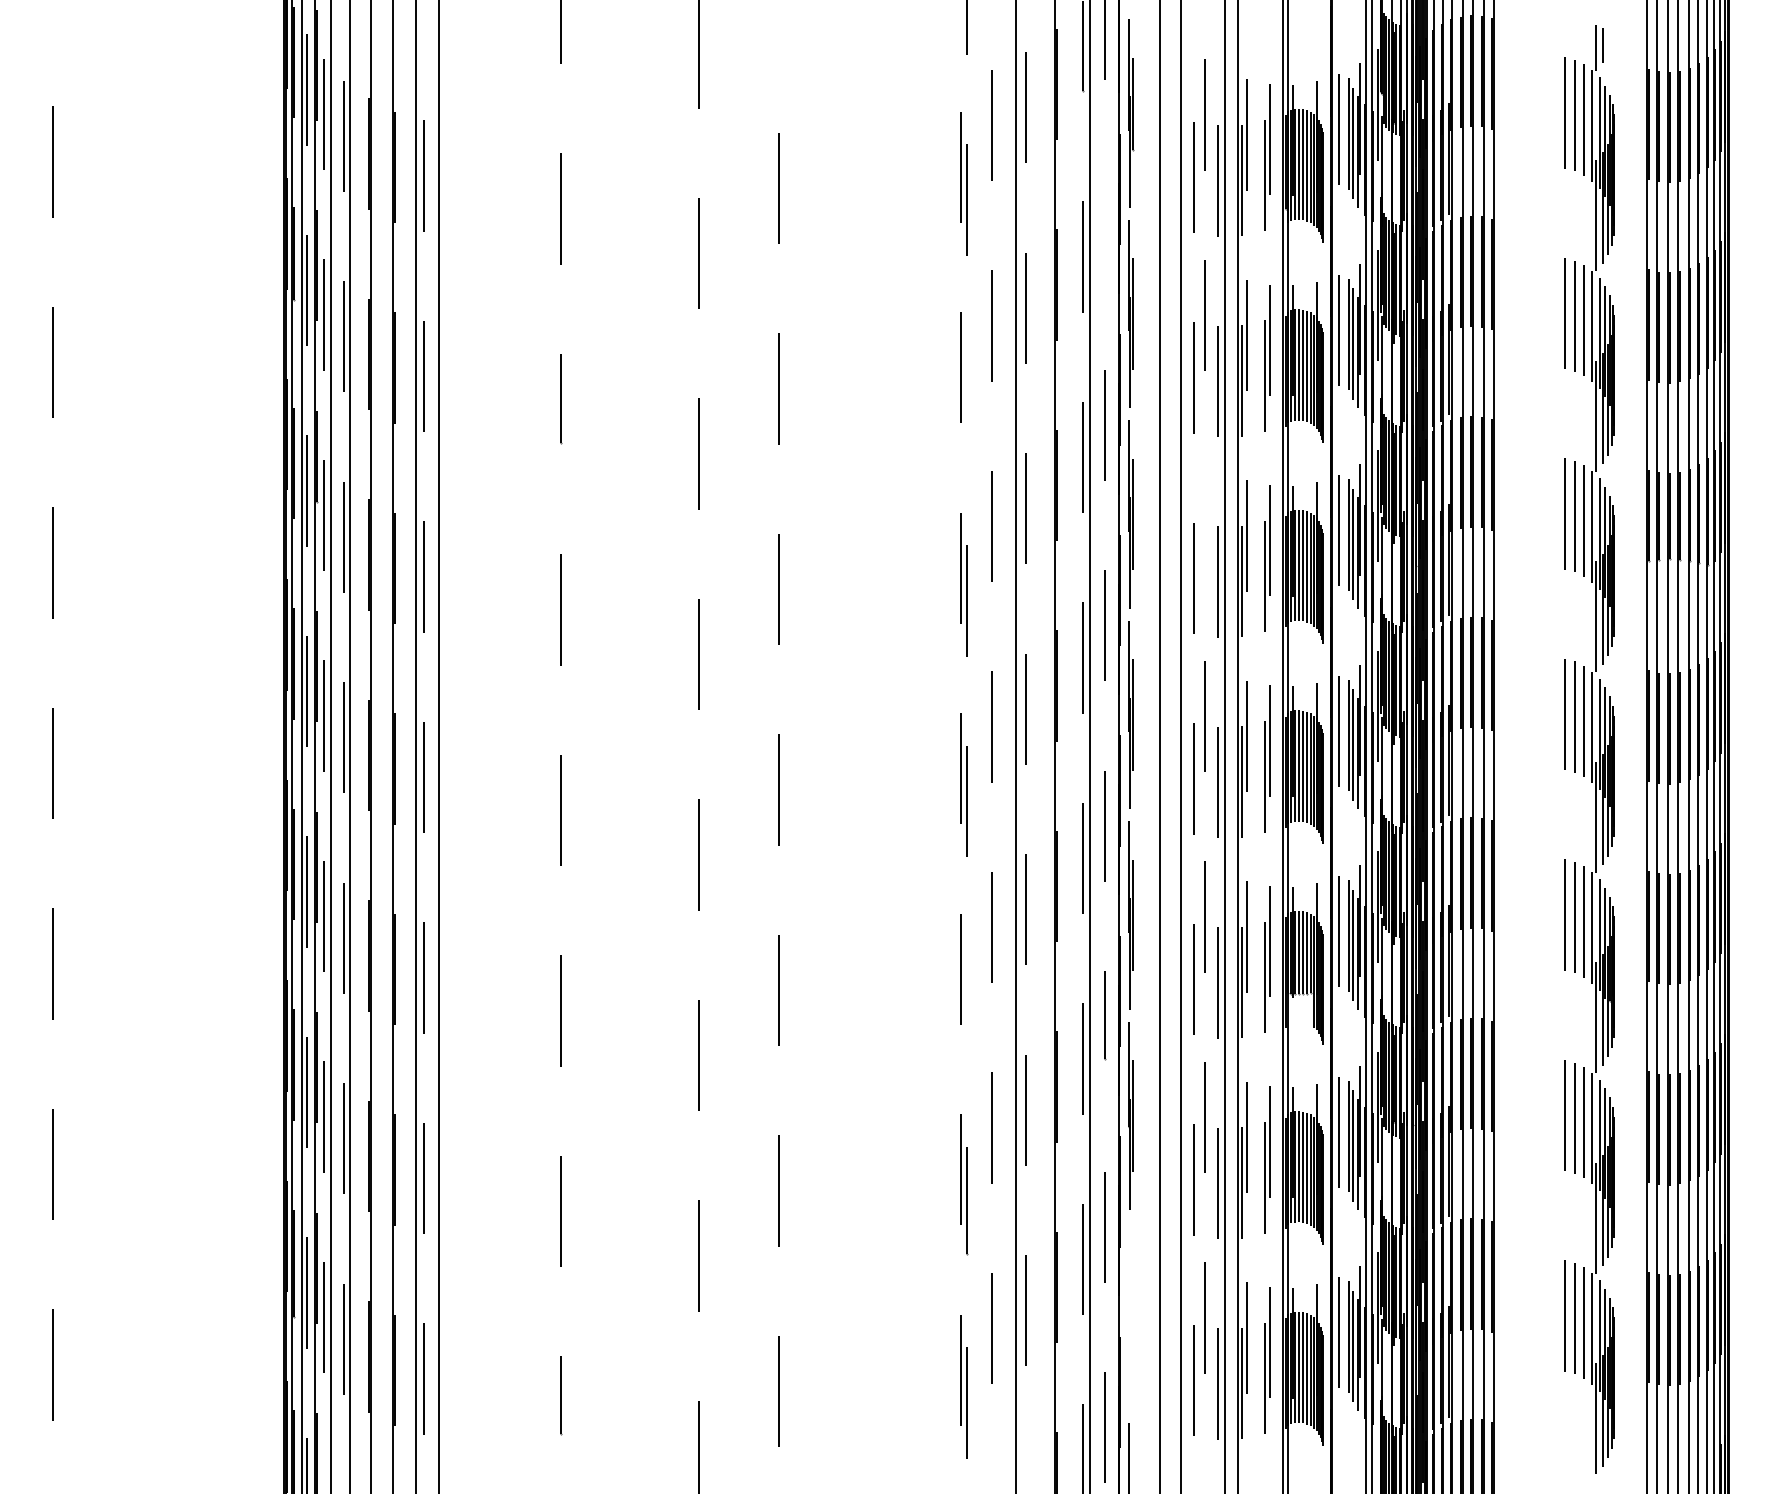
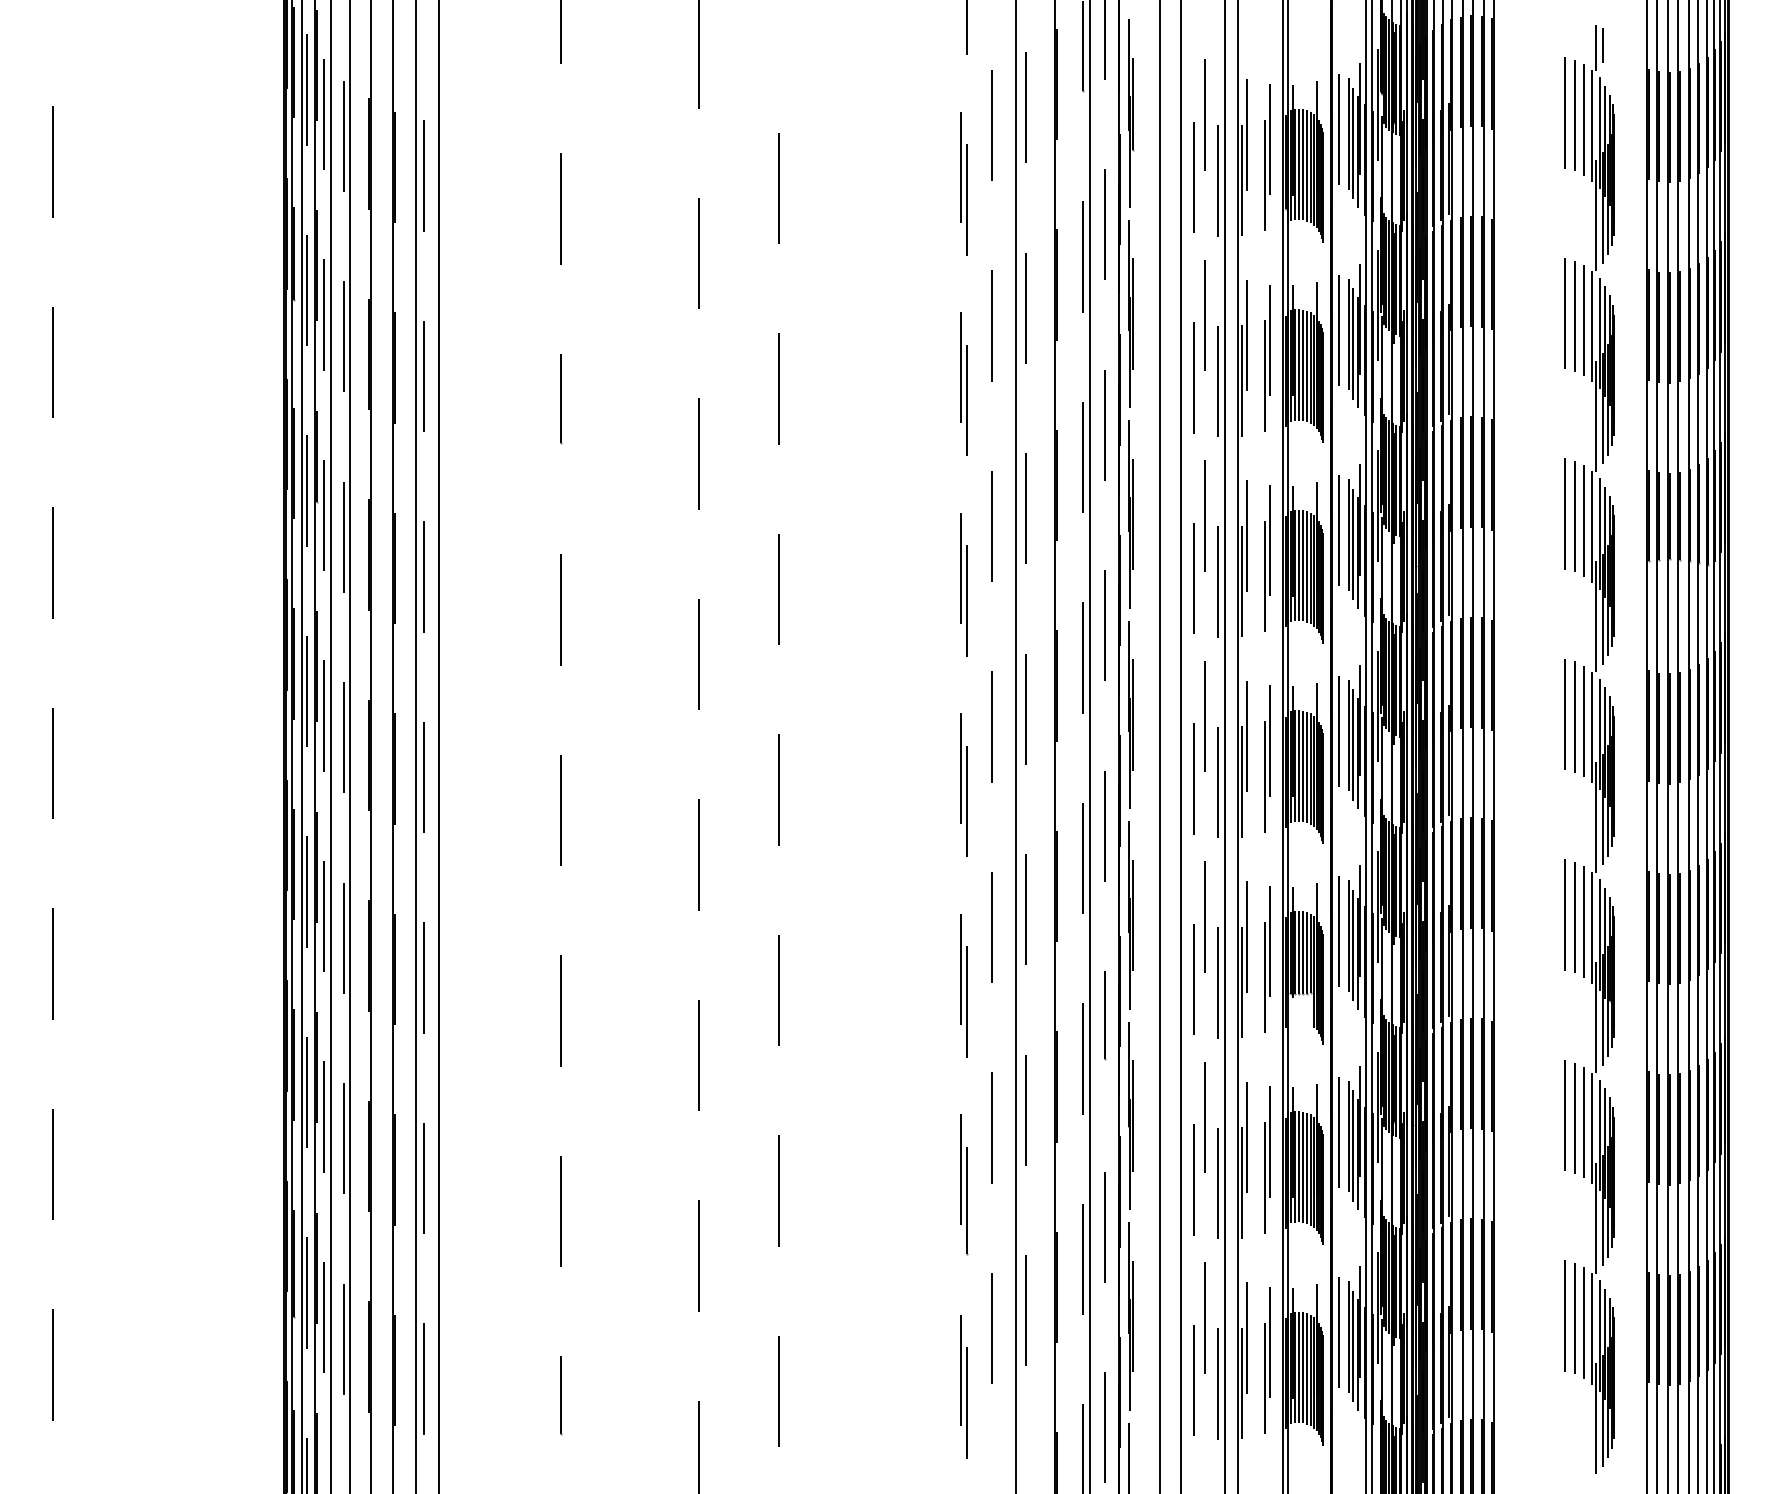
line at (1104, 224): none -> present
line at (966, 400): none -> present
line at (1204, 515): none -> present
line at (966, 1001): none -> present
part at (1130, 1316): none -> present
